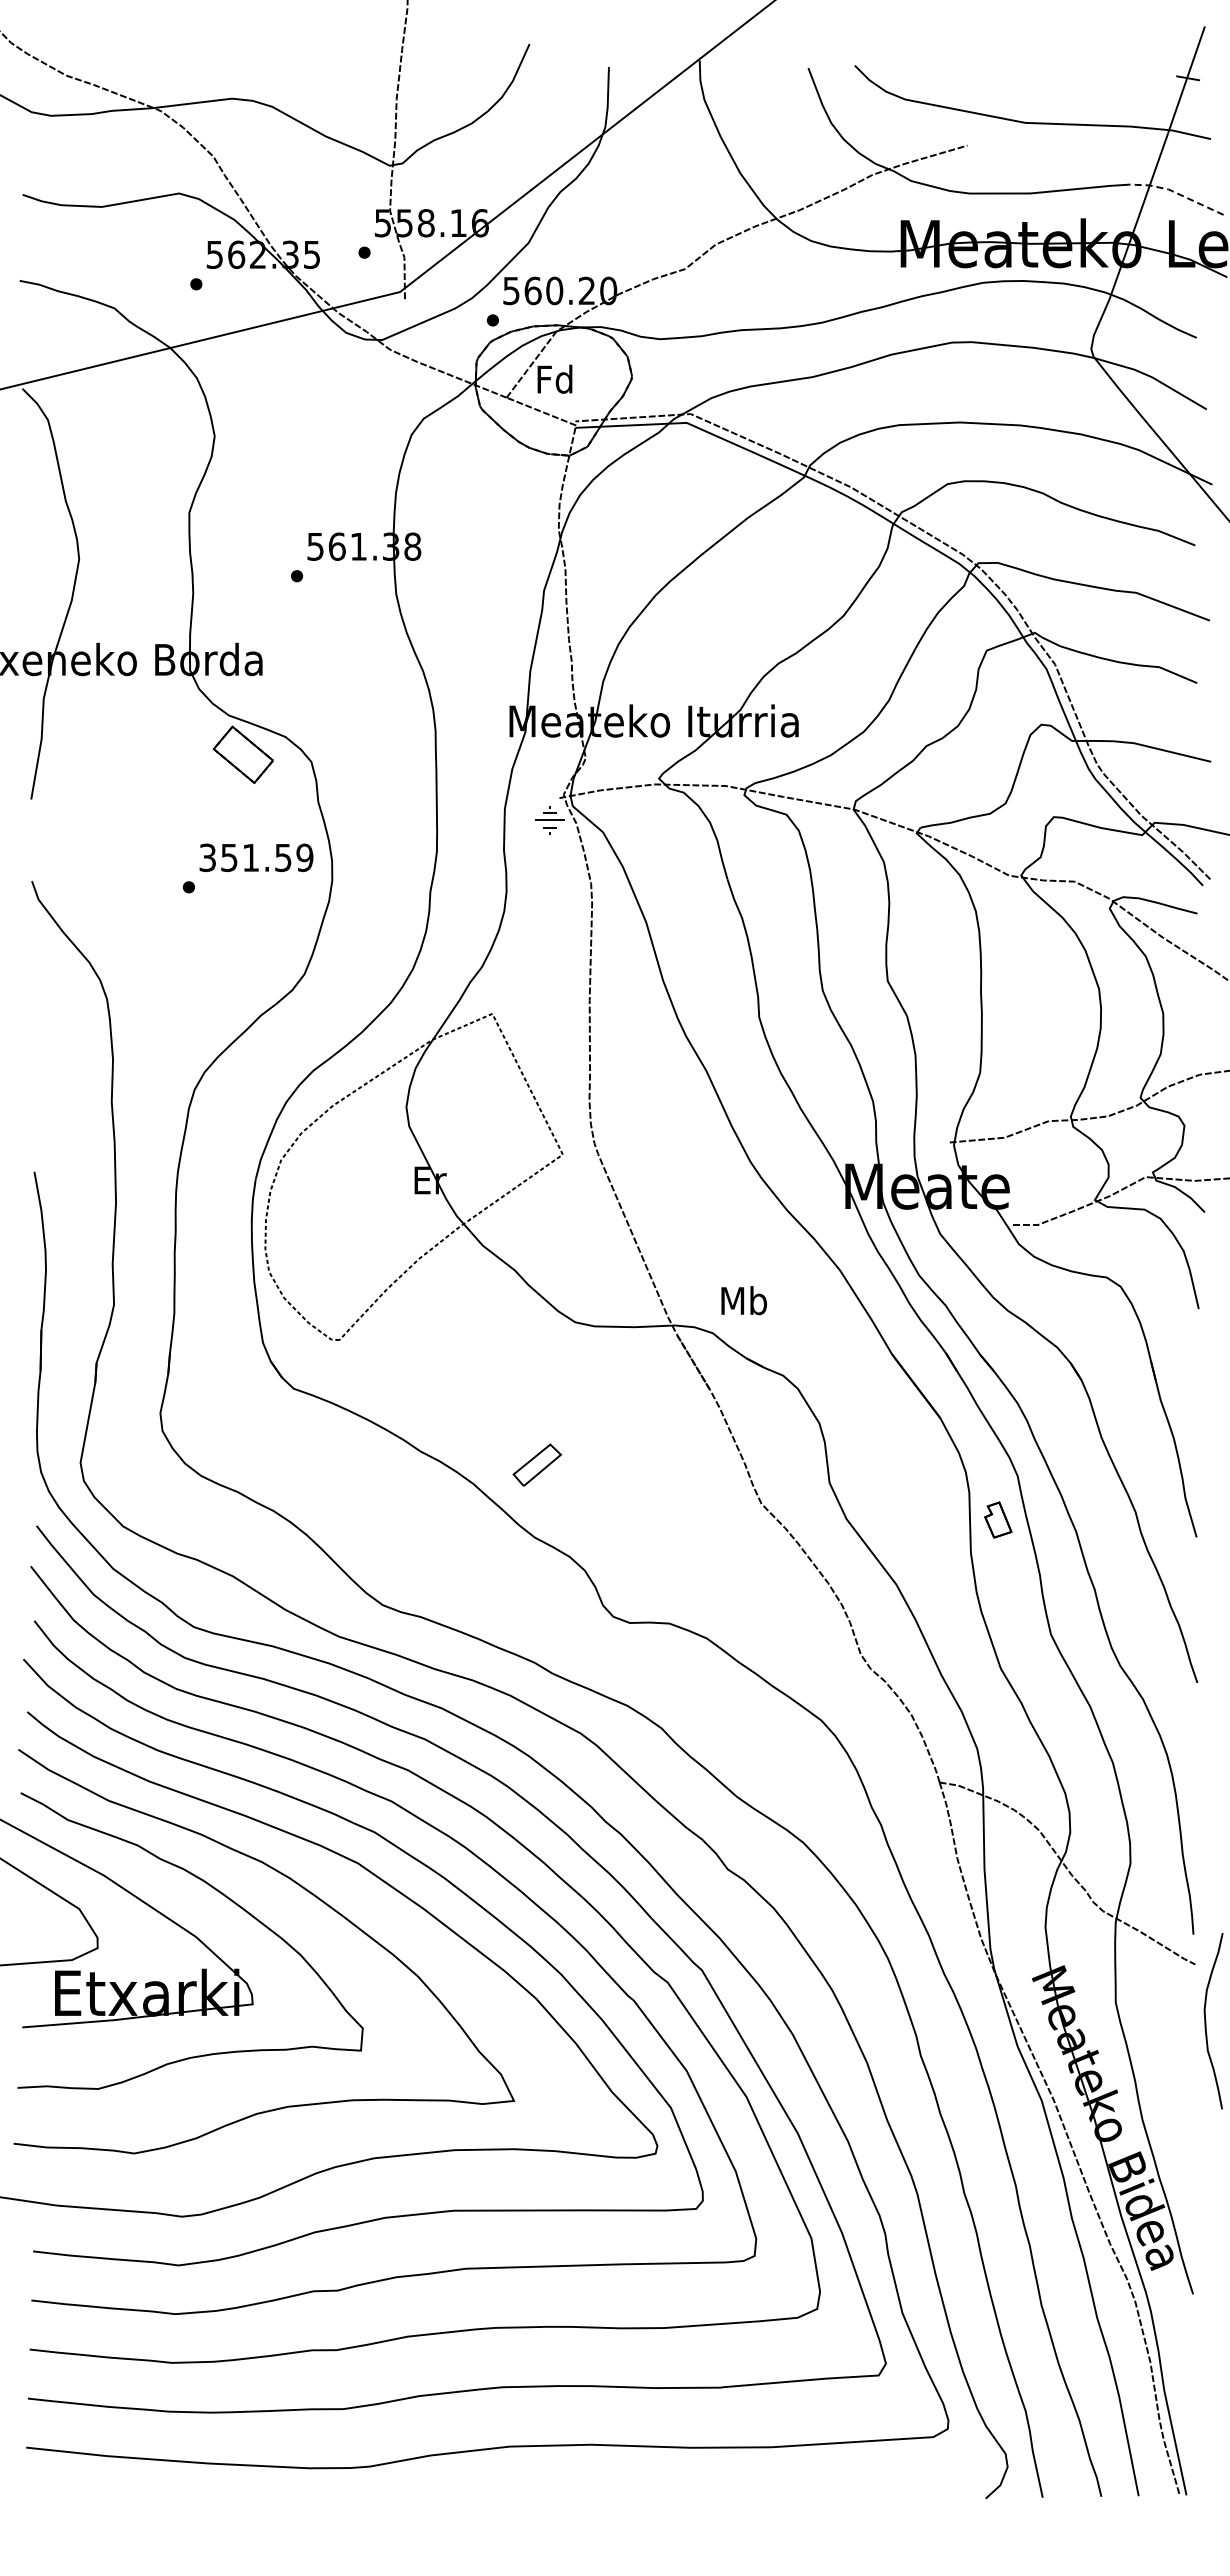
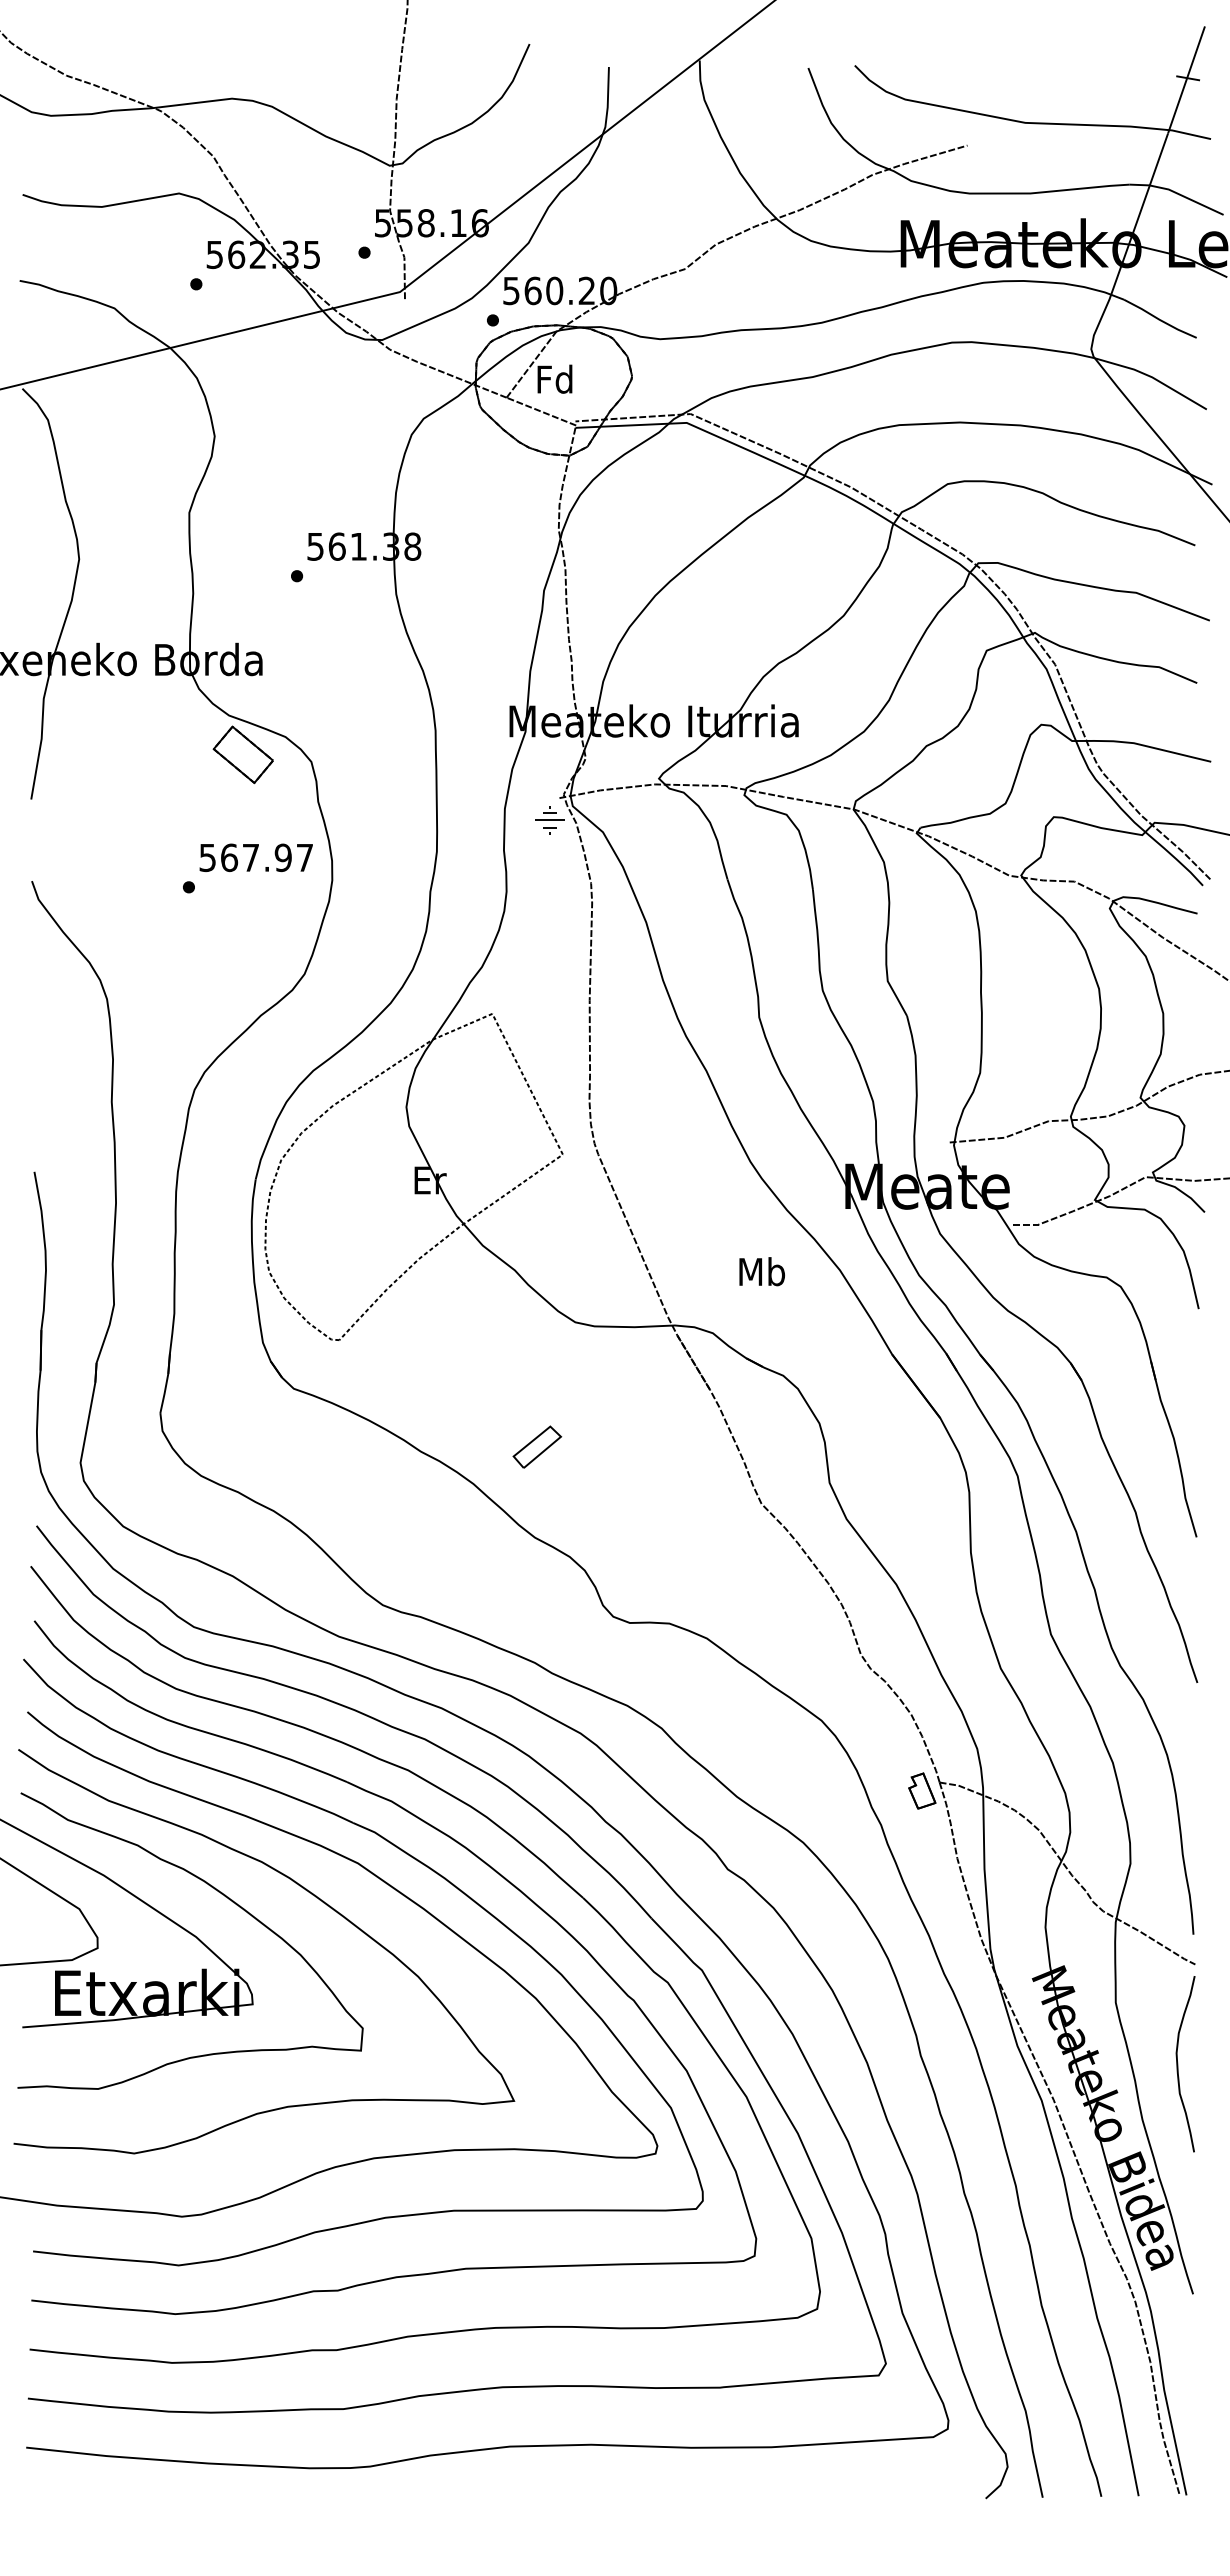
line at (1176, 193): dashed -> solid
text at (256, 857): 351.59 -> 567.97
text at (743, 1300) position: (743, 1300) -> (761, 1271)
part at (537, 1464) position: (537, 1464) -> (537, 1446)
part at (998, 1519) position: (998, 1519) -> (922, 1790)
curve at (1206, 2021) position: (1206, 2021) -> (1178, 2064)
